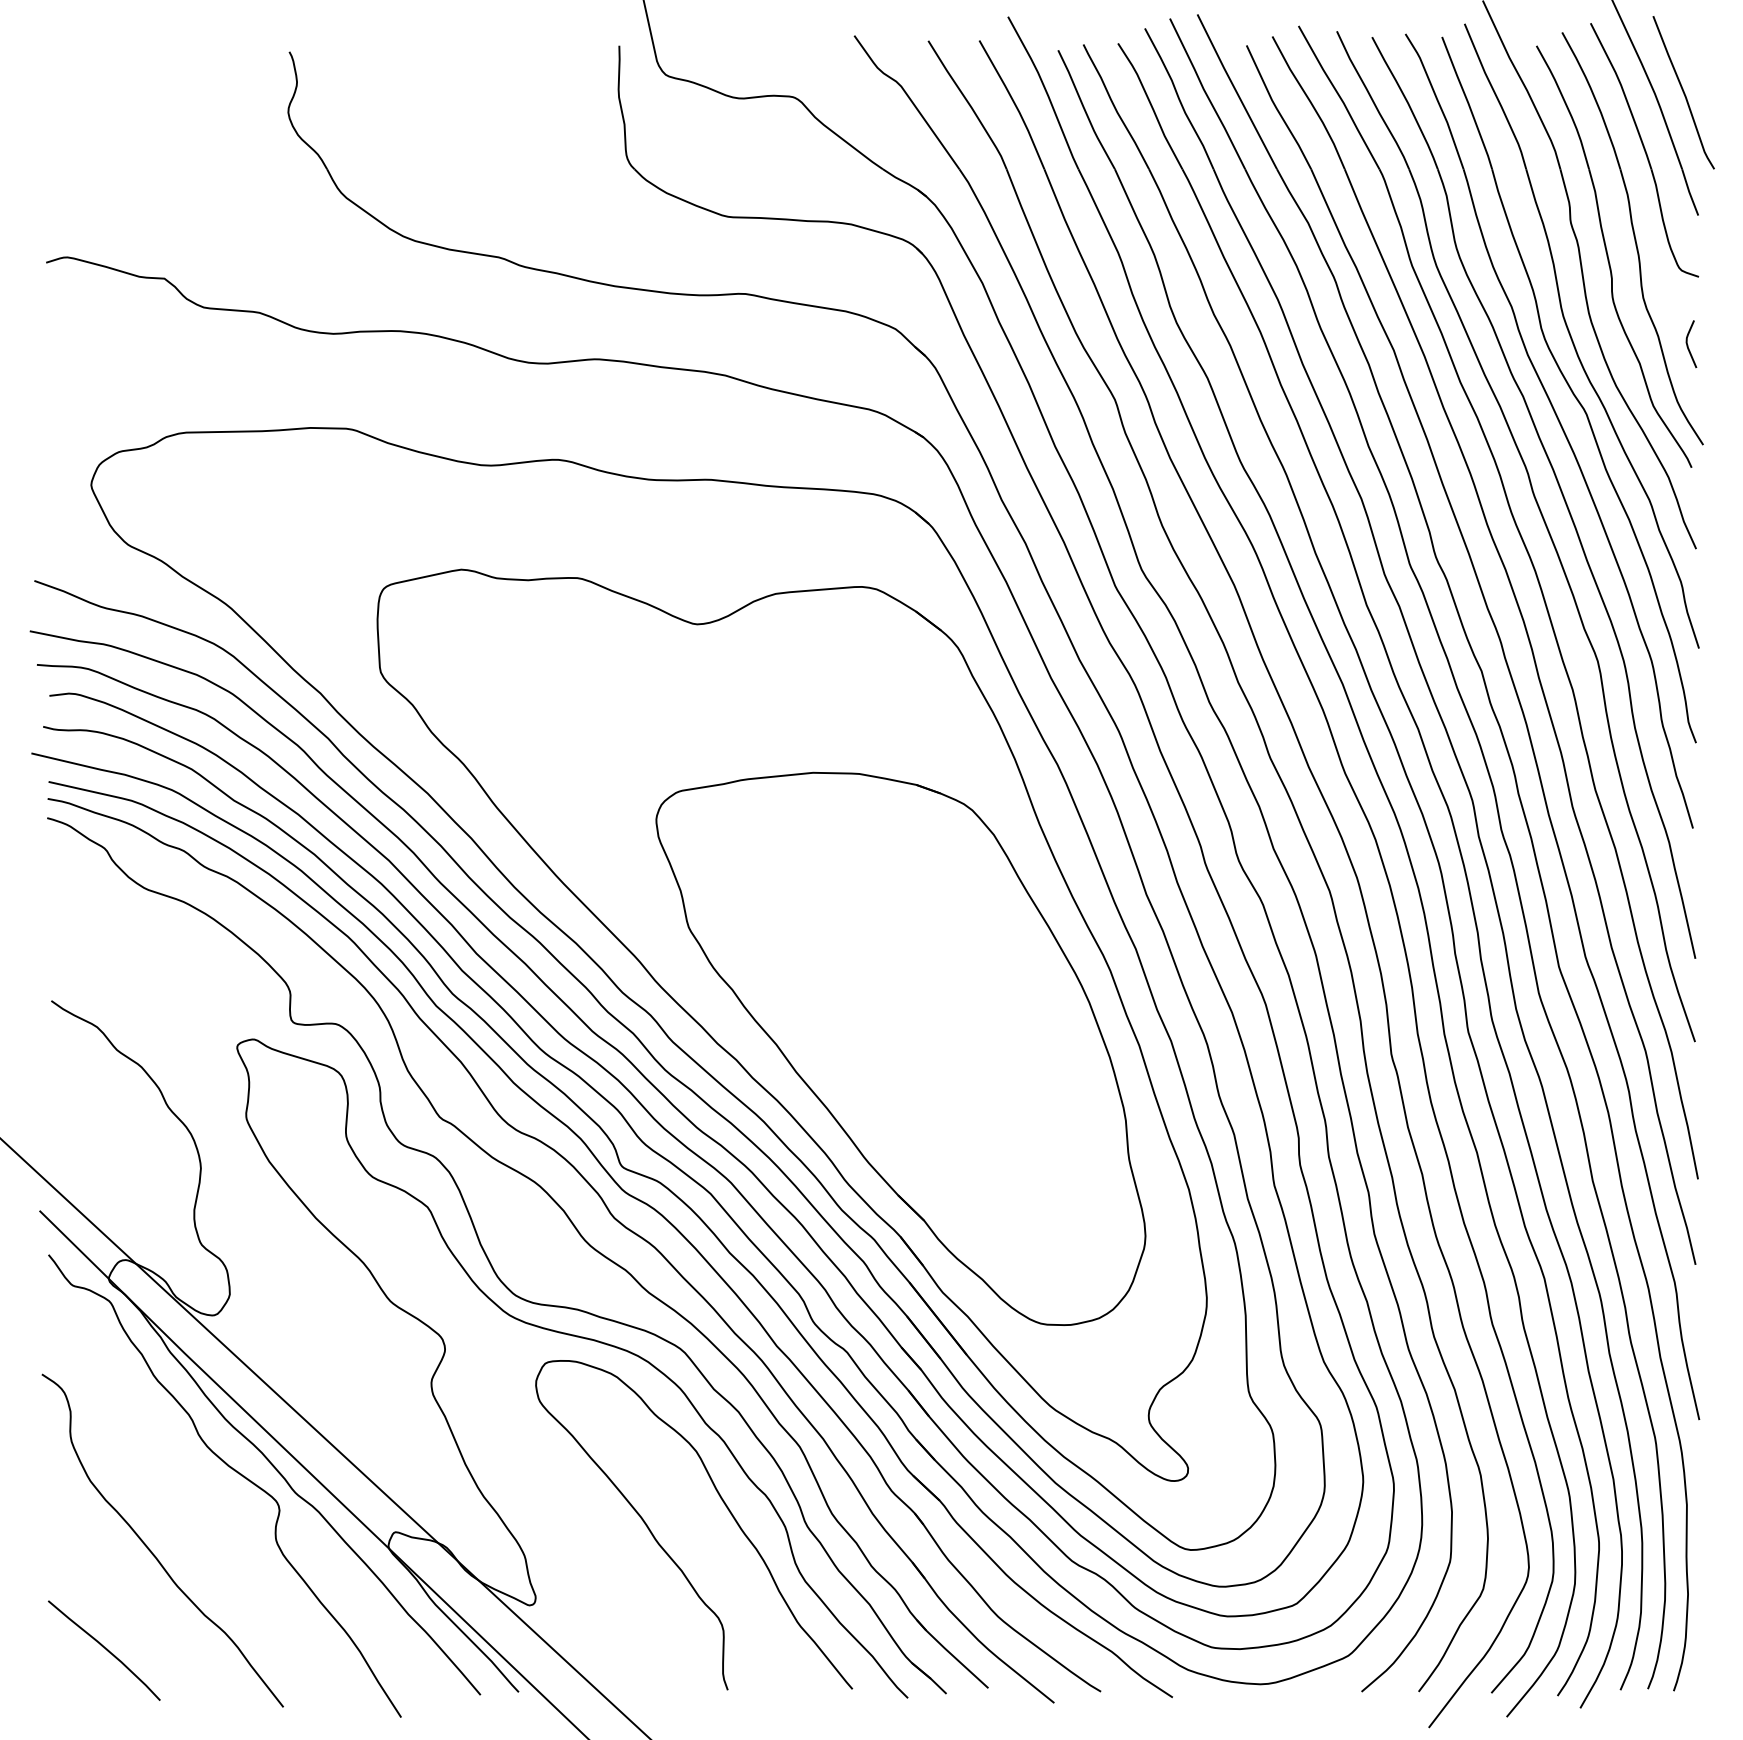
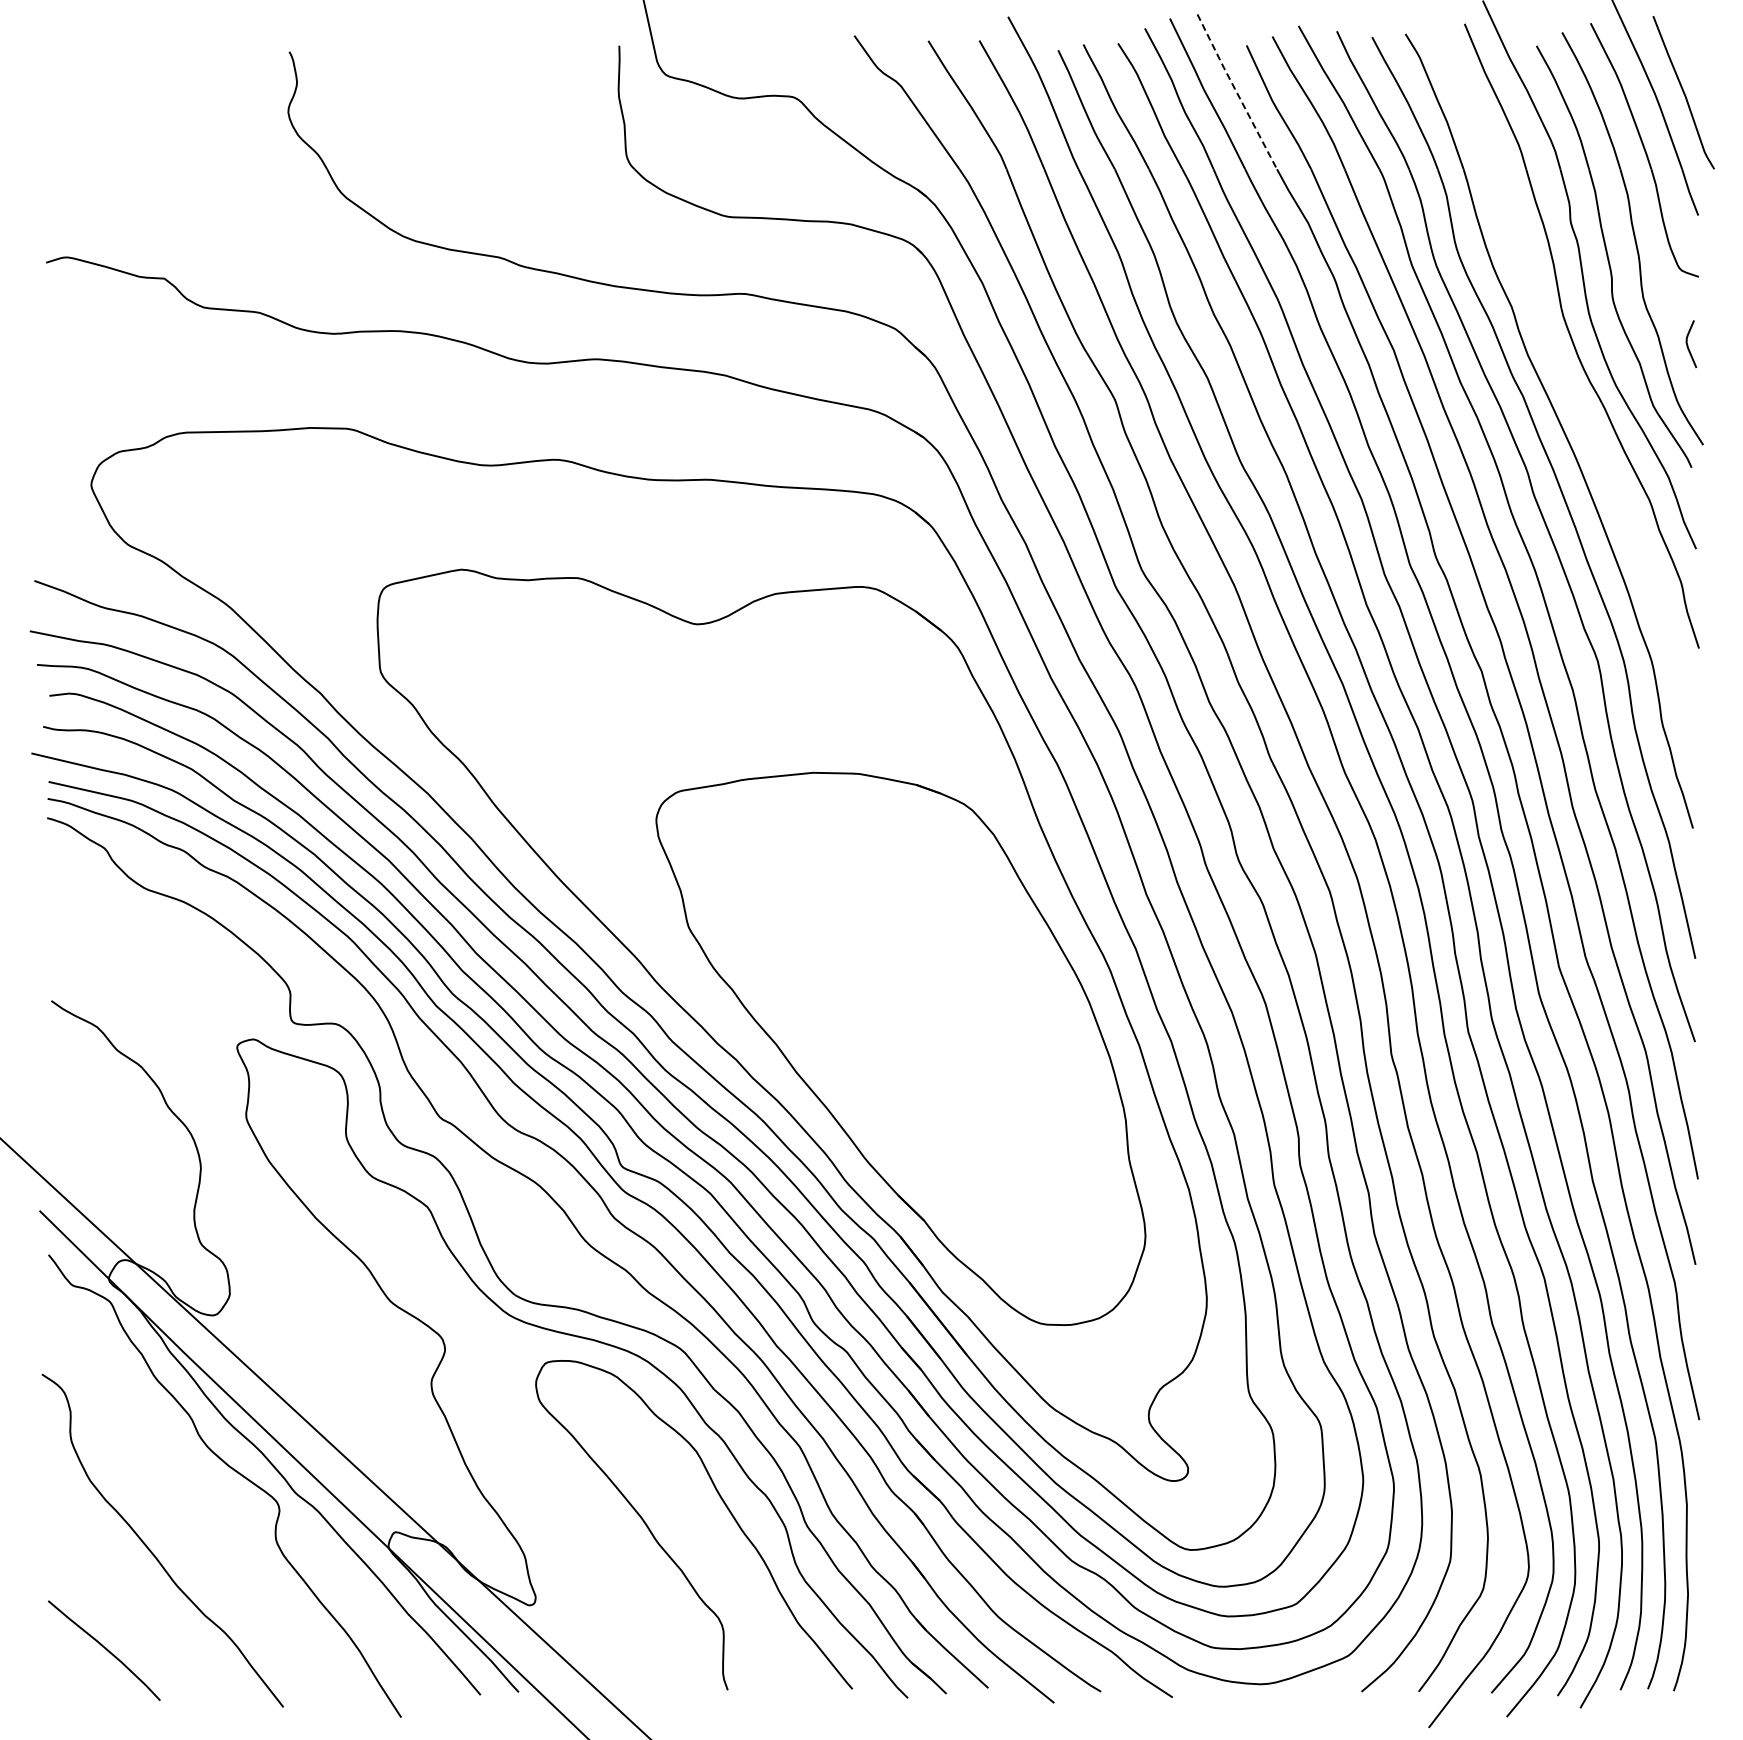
line at (1236, 91): solid -> dashed
part at (1568, 389): present -> none
